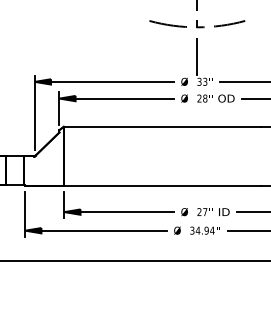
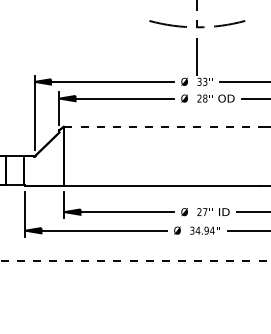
line at (163, 126): solid -> dashed
line at (135, 261): solid -> dashed
